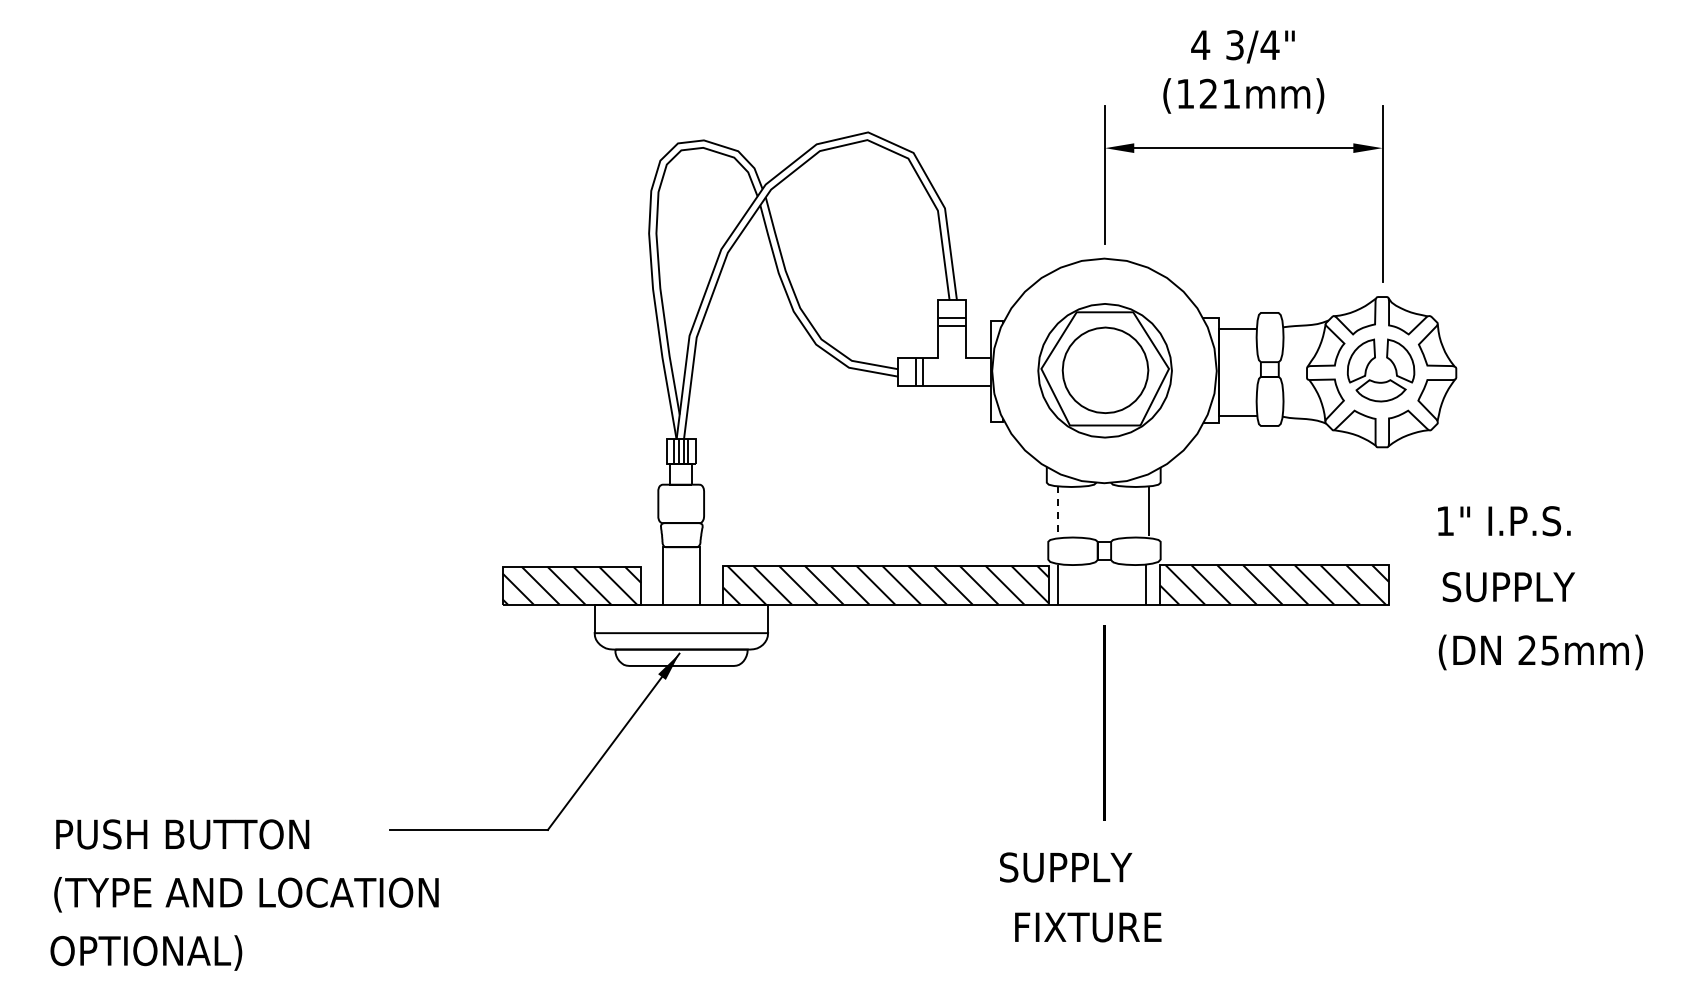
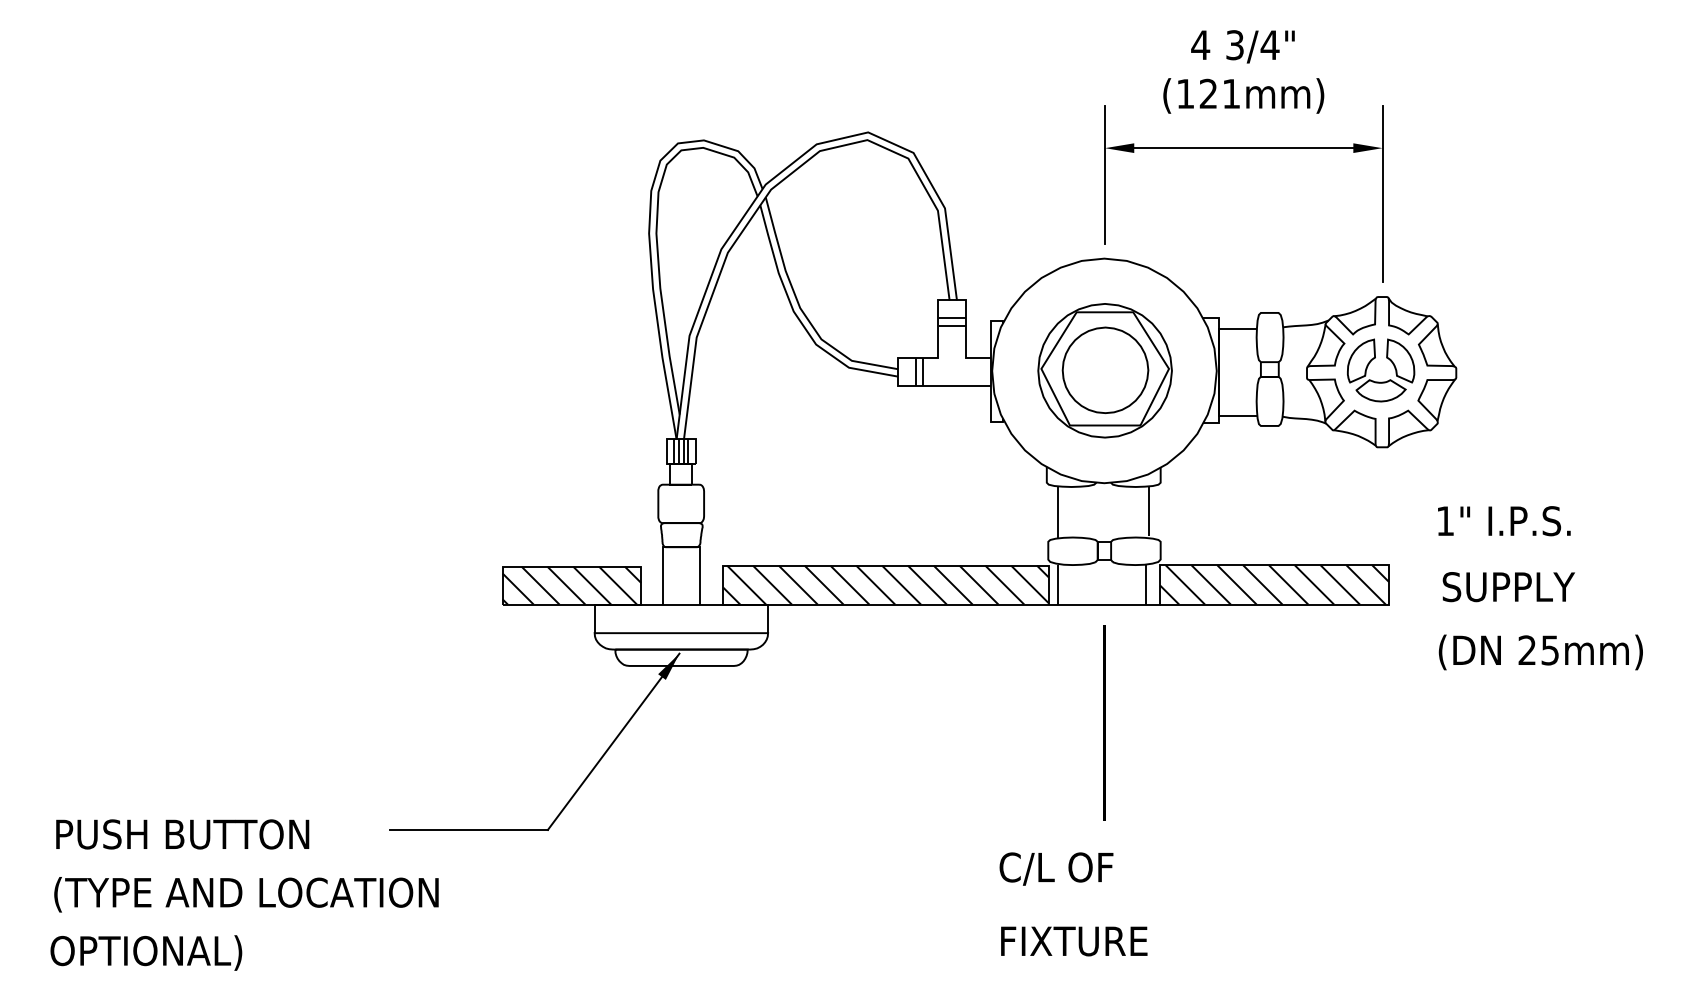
line at (1058, 512): dashed -> solid
text at (1065, 868): SUPPLY -> C/L OF
text at (1088, 927) position: (1088, 927) -> (1074, 941)
